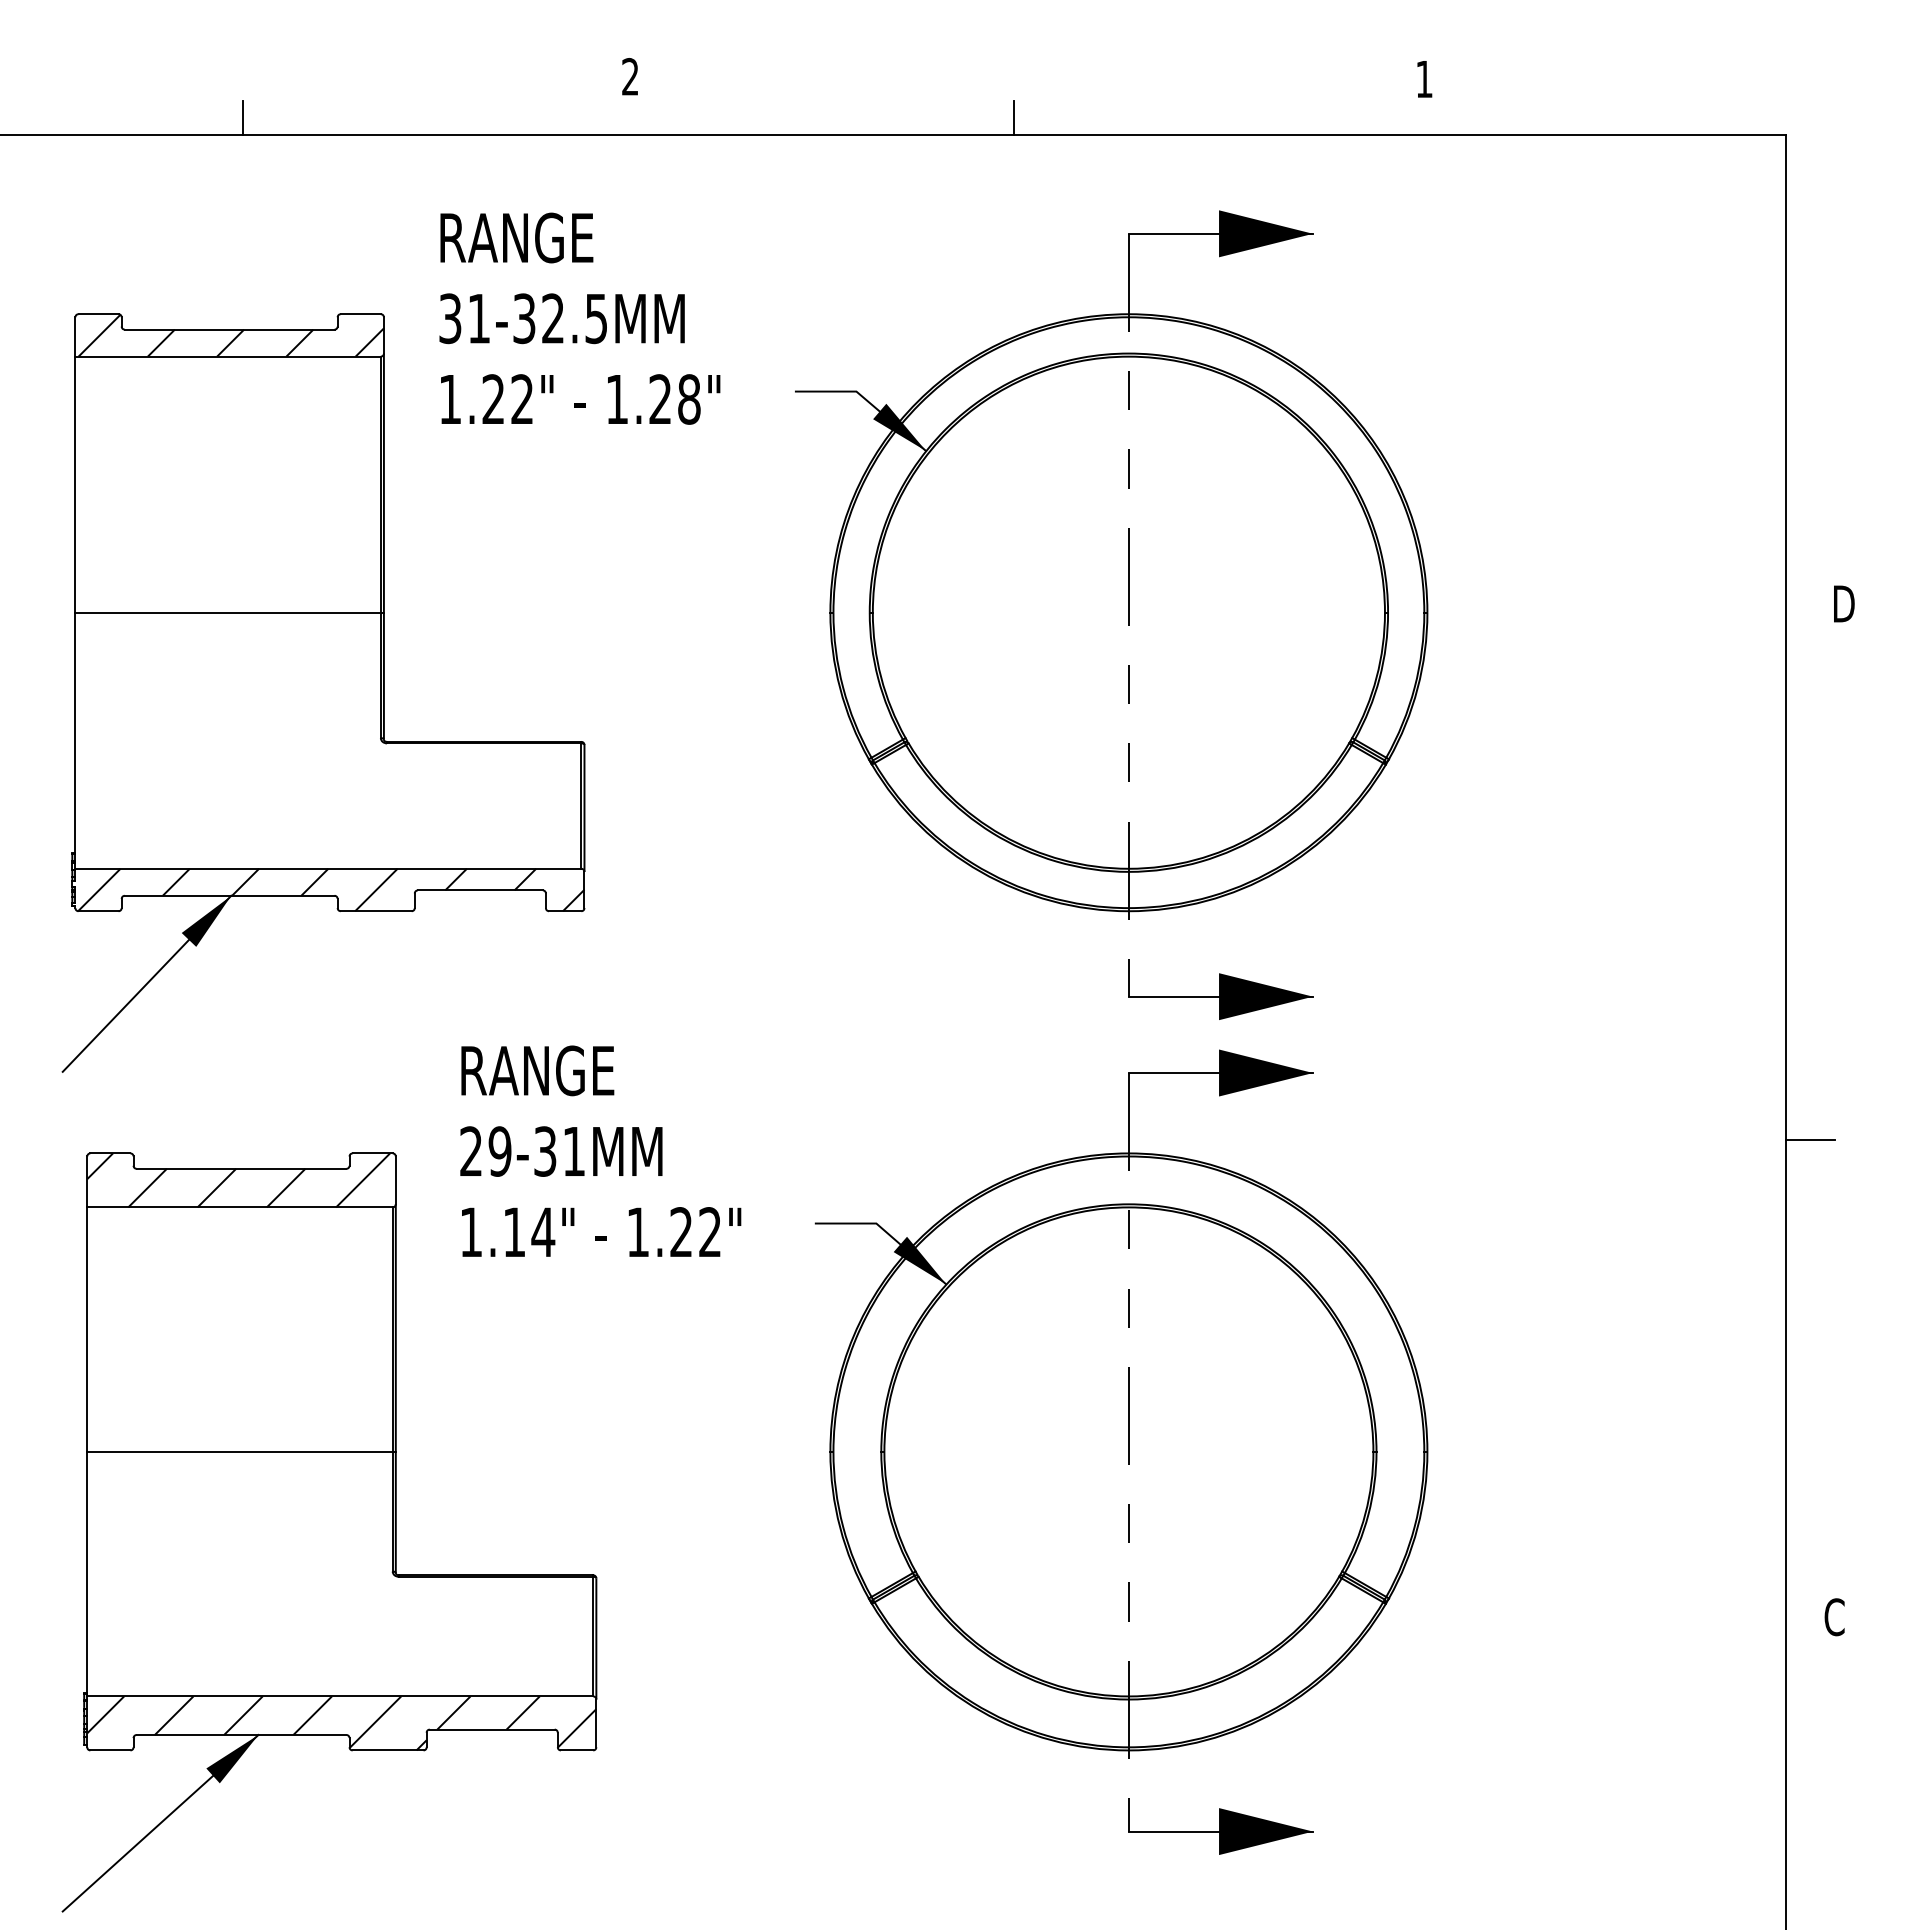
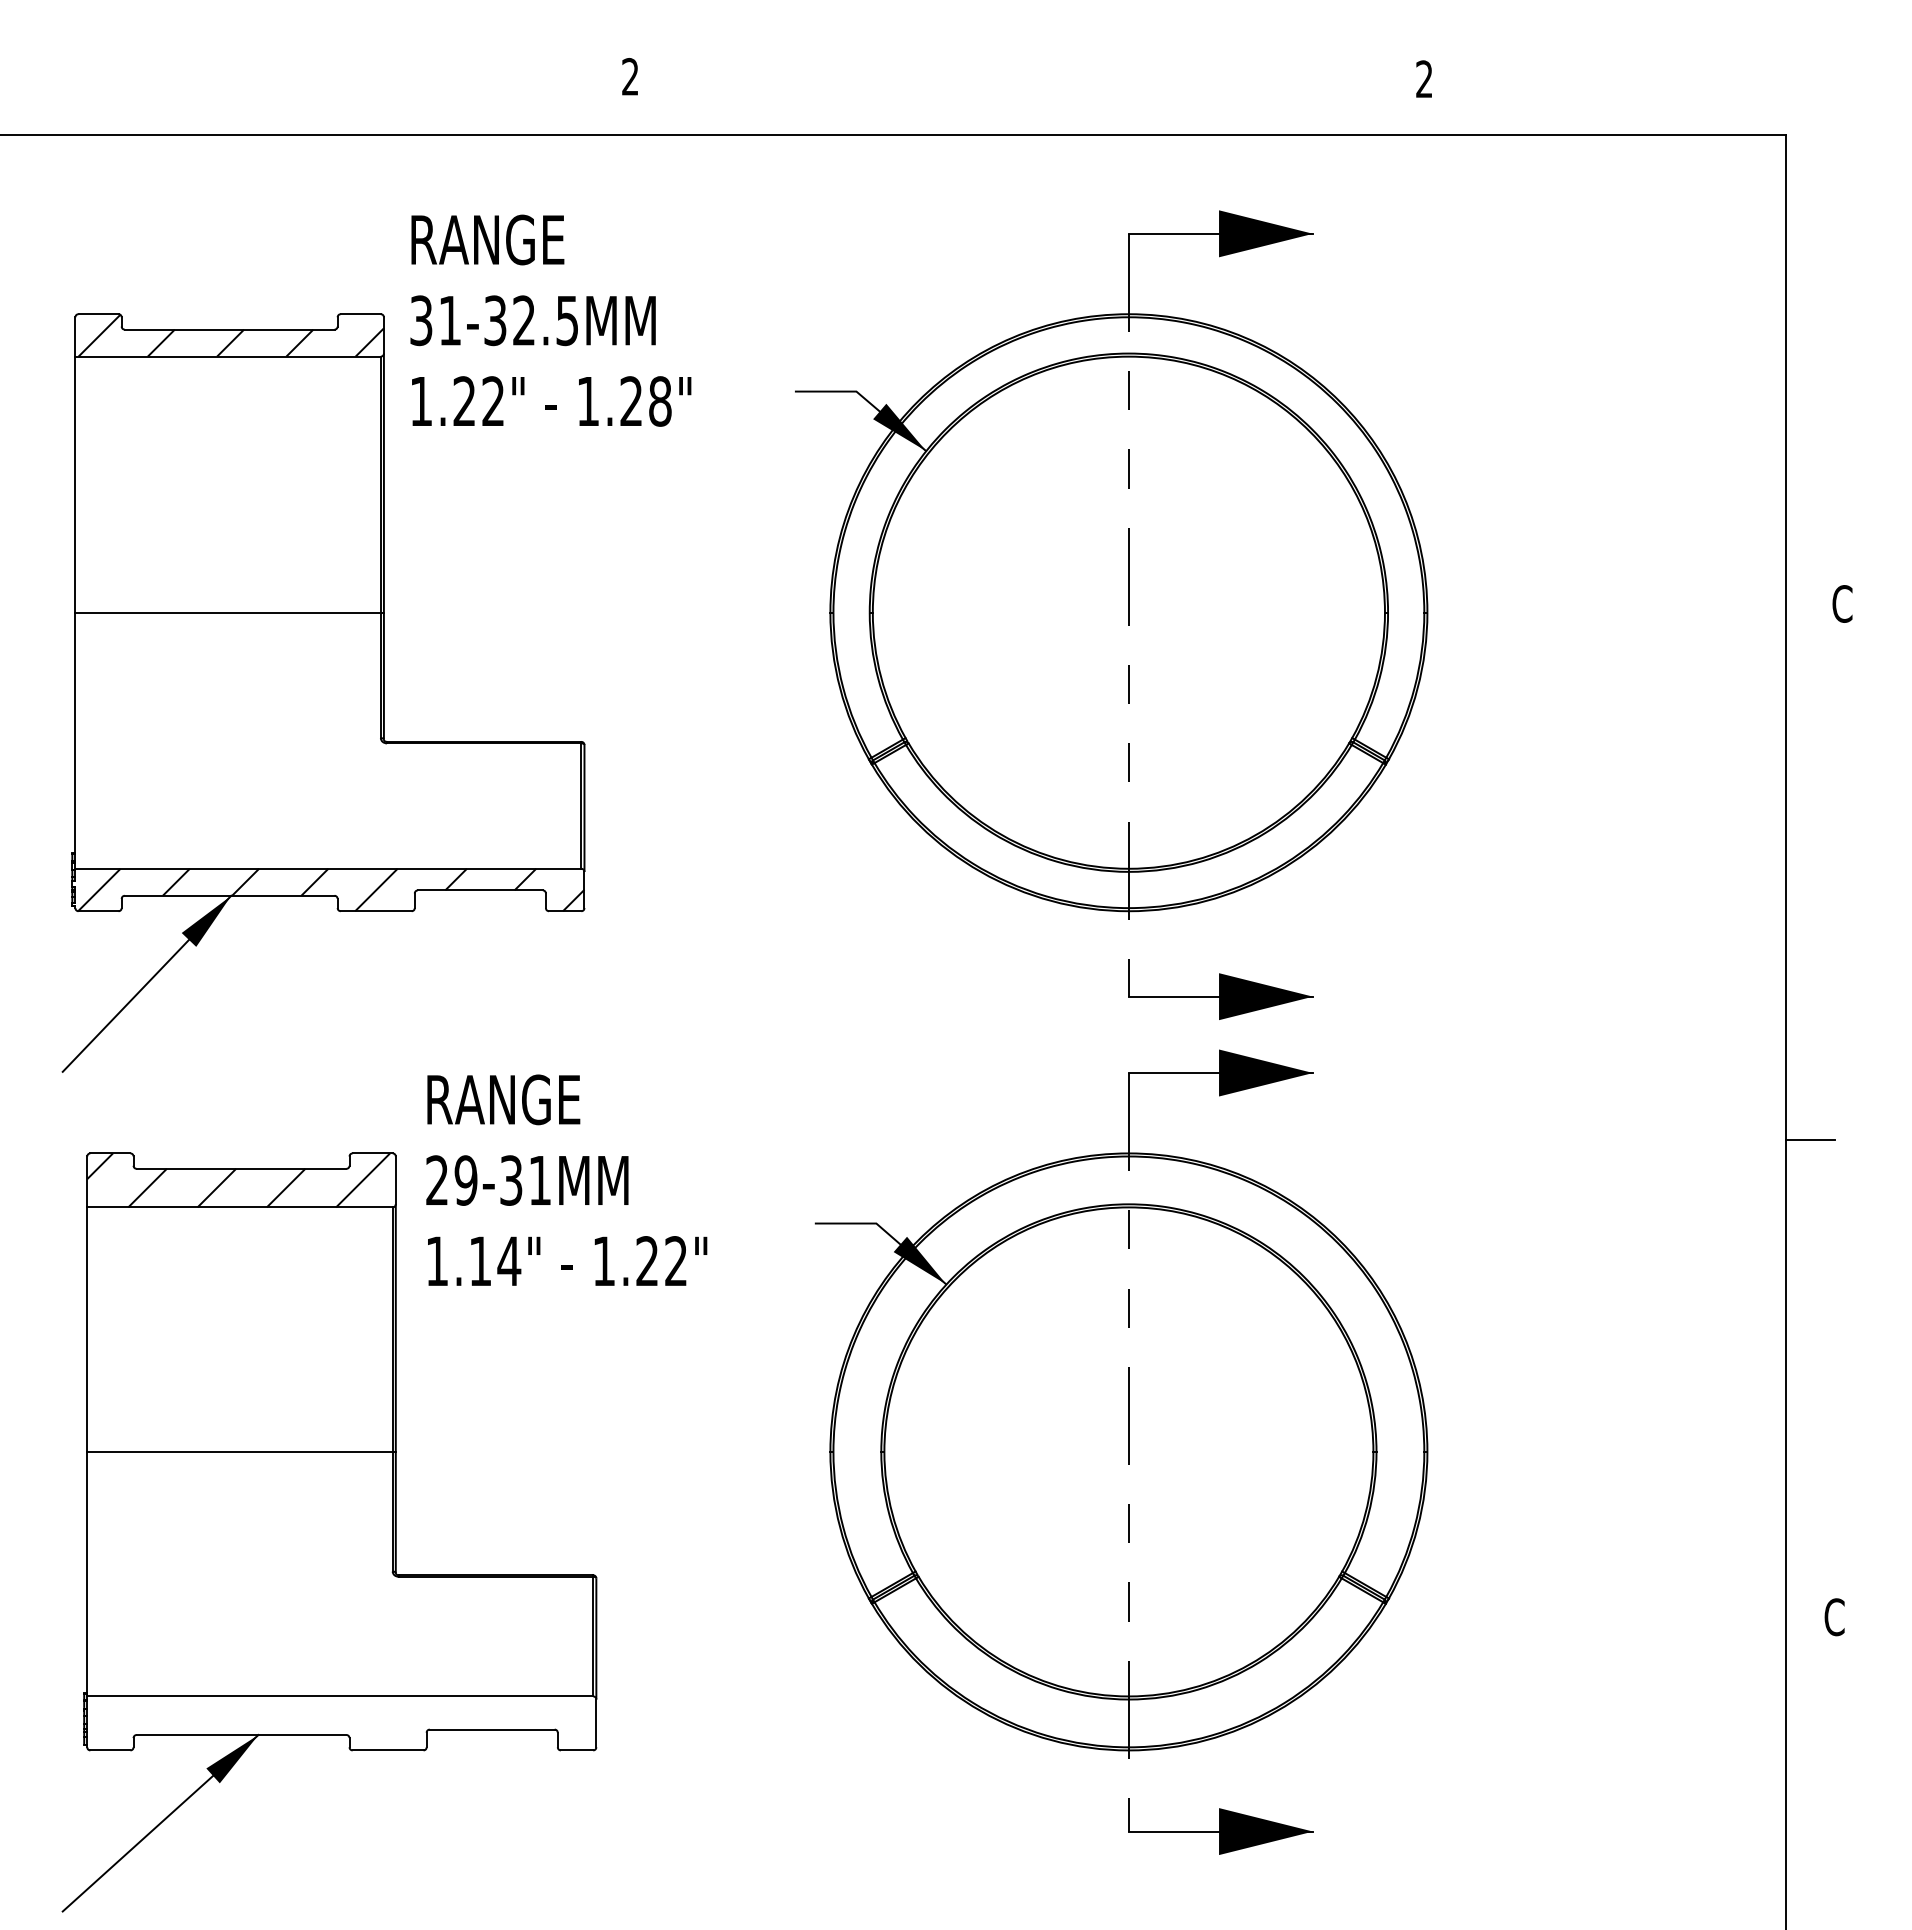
text at (1424, 78): 1 -> 2
line at (242, 117): present -> none
line at (1014, 117): present -> none
text at (579, 318) position: (579, 318) -> (550, 320)
text at (1843, 603): D -> C
text at (600, 1150) position: (600, 1150) -> (566, 1179)
hatch at (341, 1723): present -> none
